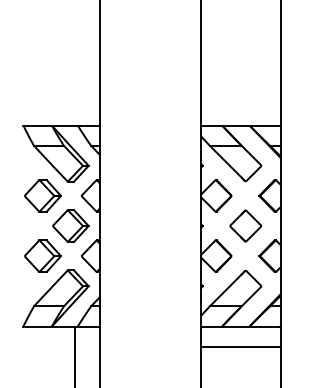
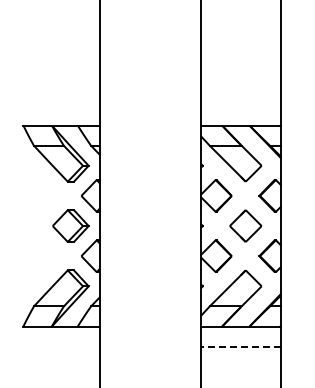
part at (42, 195): present -> none
part at (42, 255): present -> none
line at (240, 346): solid -> dashed
line at (74, 355): present -> none
